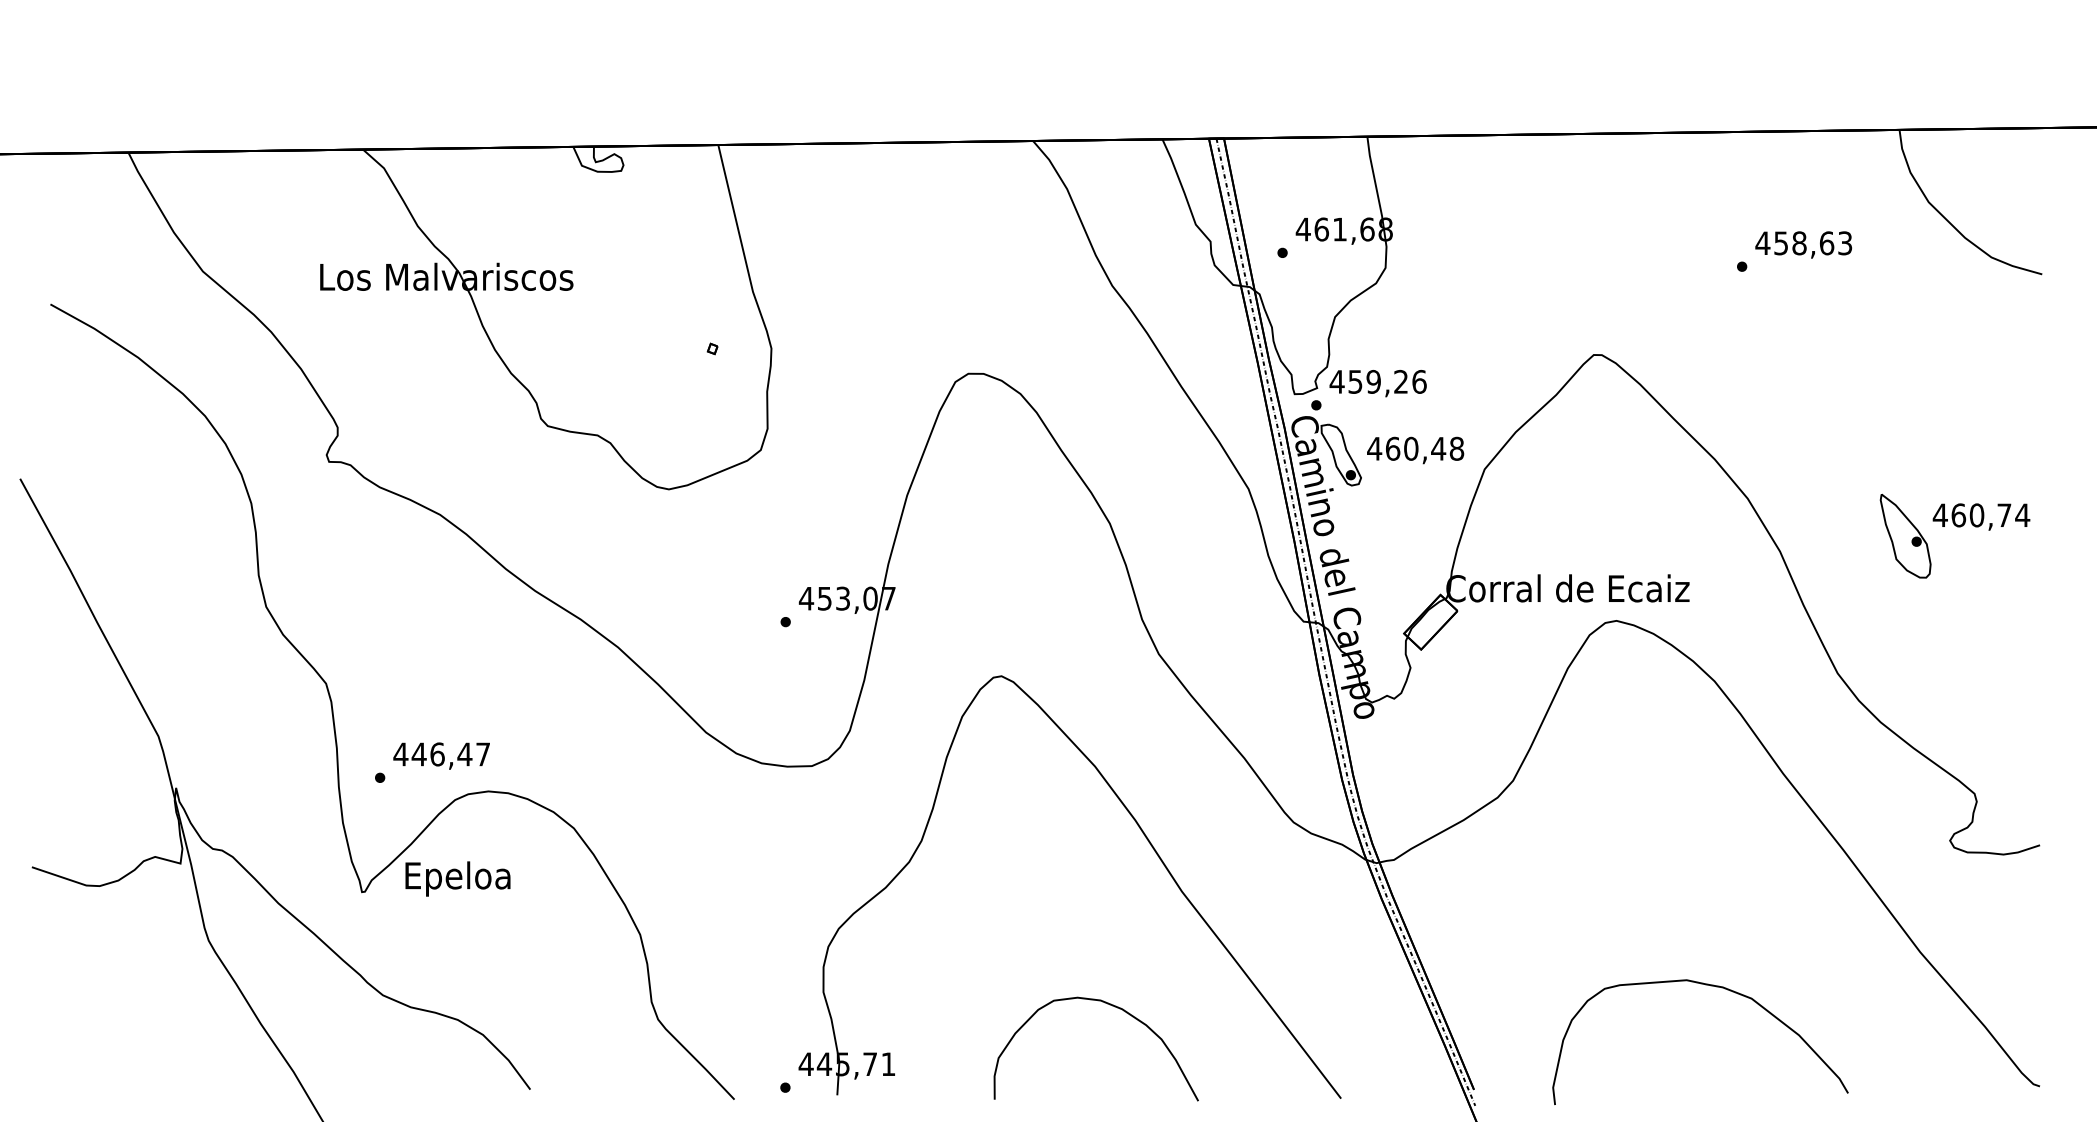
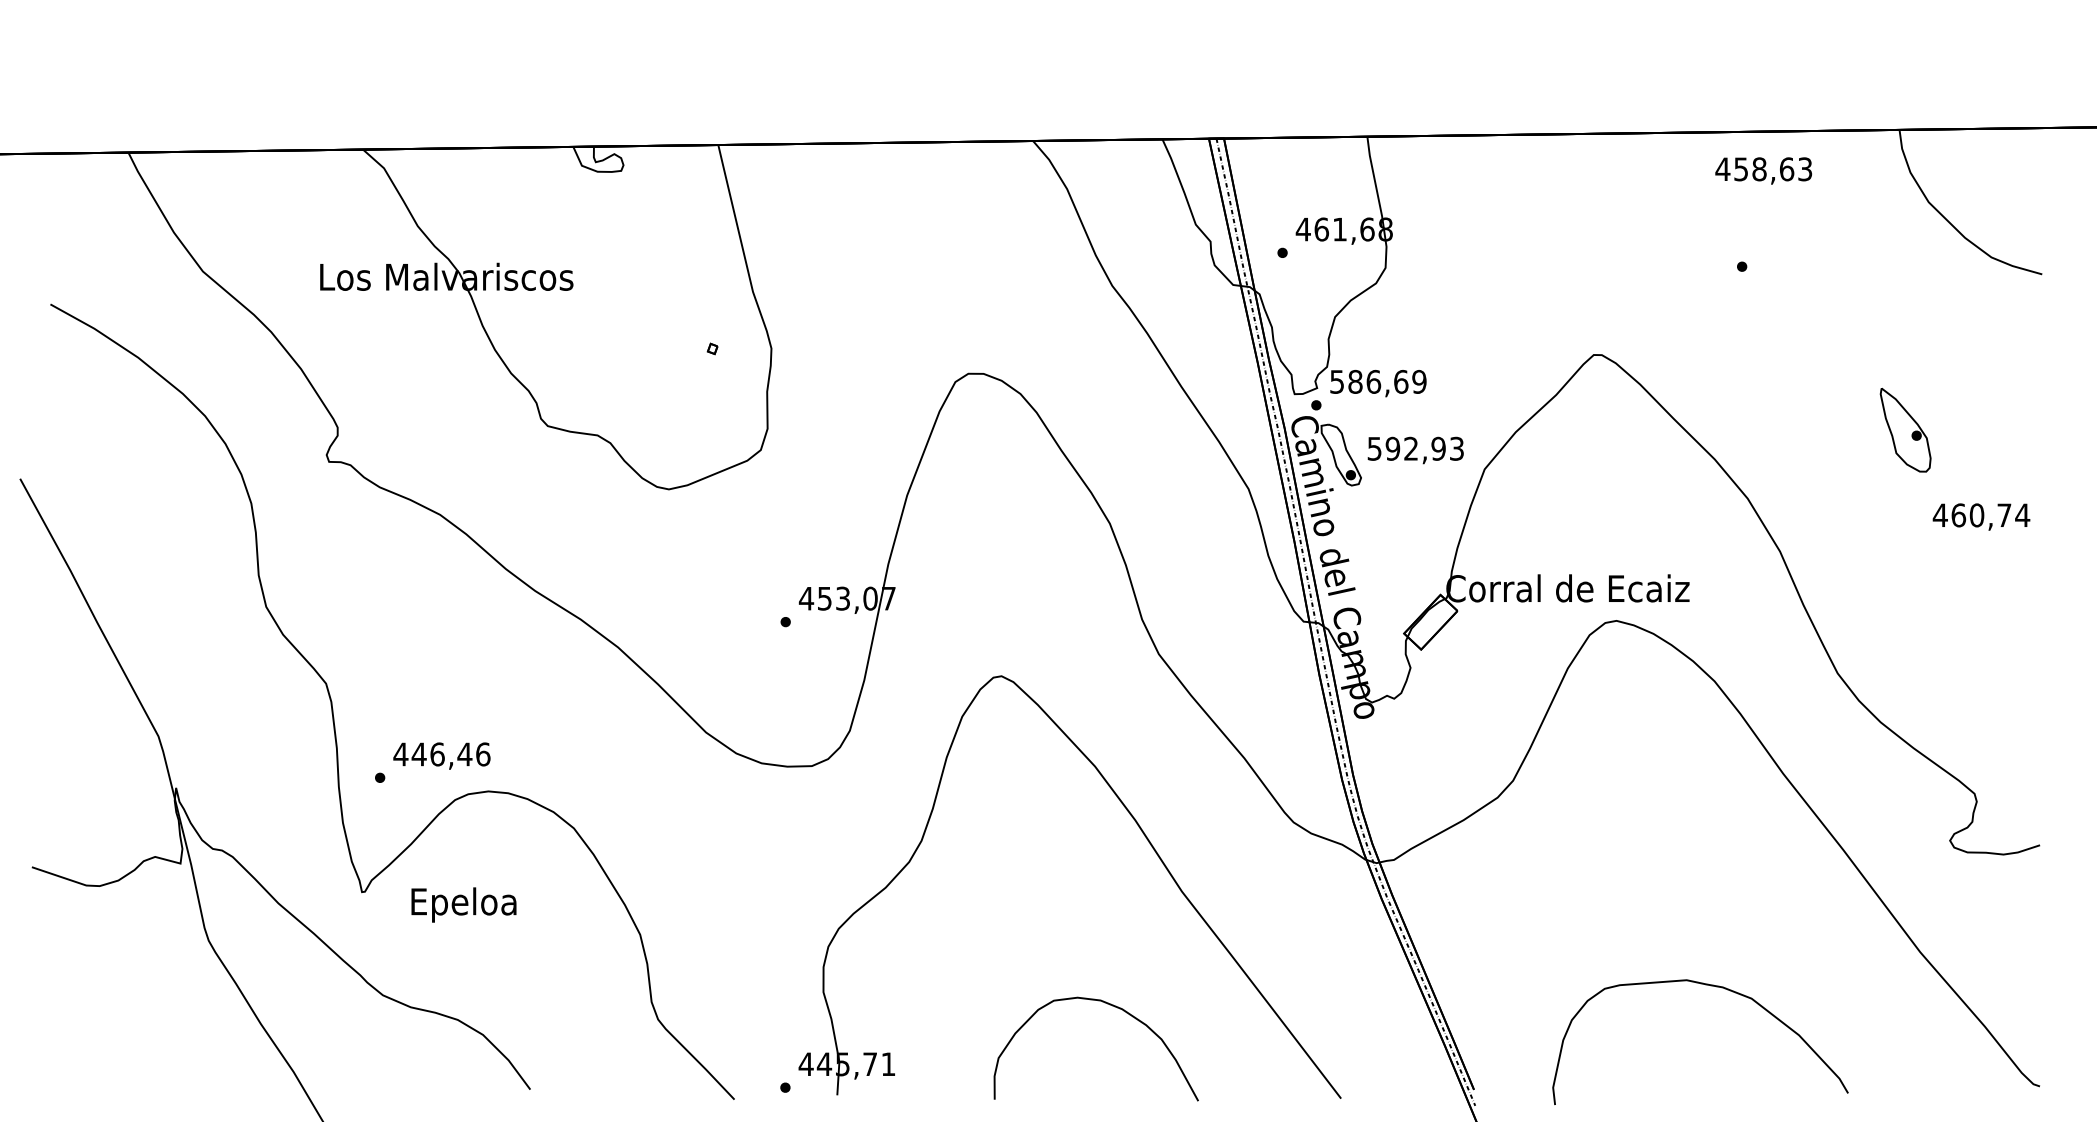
text at (1803, 244) position: (1803, 244) -> (1763, 170)
text at (1377, 381): 459,26 -> 586,69
text at (1415, 448): 460,48 -> 592,93
part at (1905, 535) position: (1905, 535) -> (1905, 429)
text at (483, 754): 446,47 -> 446,46
text at (457, 878) position: (457, 878) -> (463, 904)
